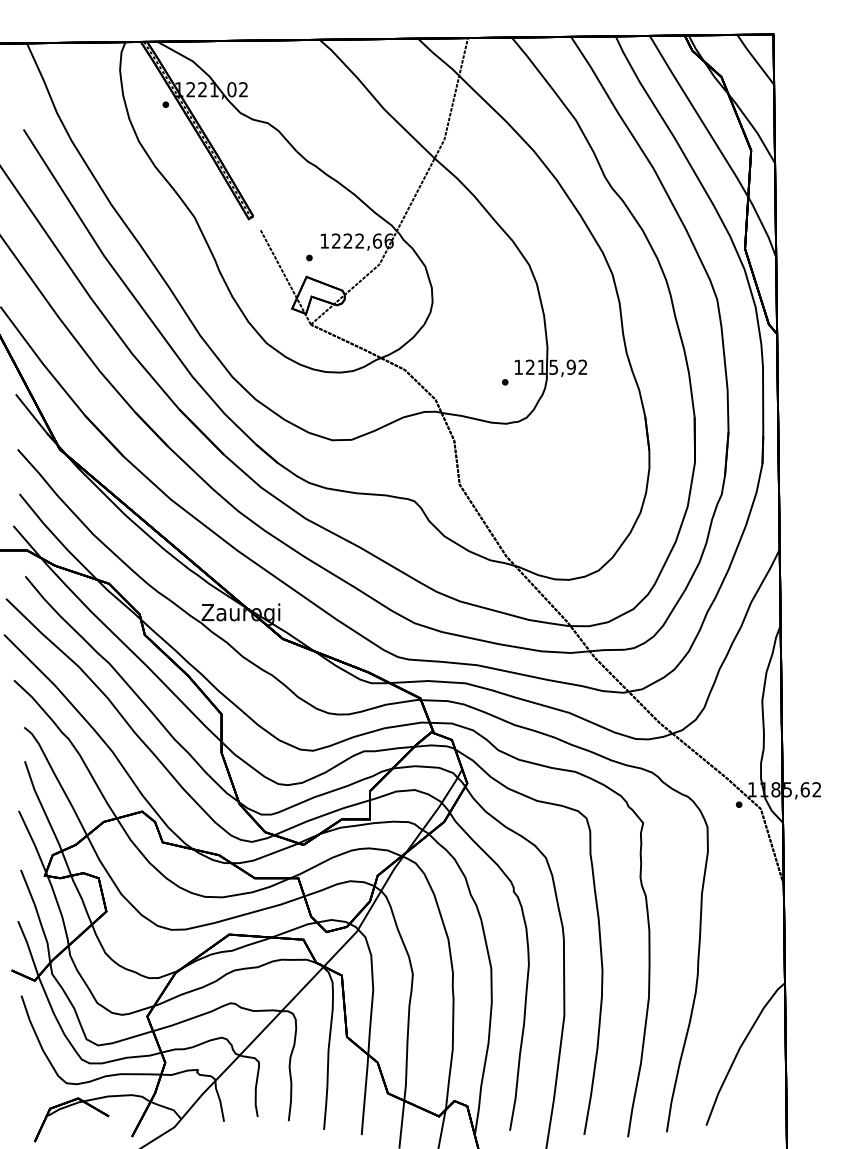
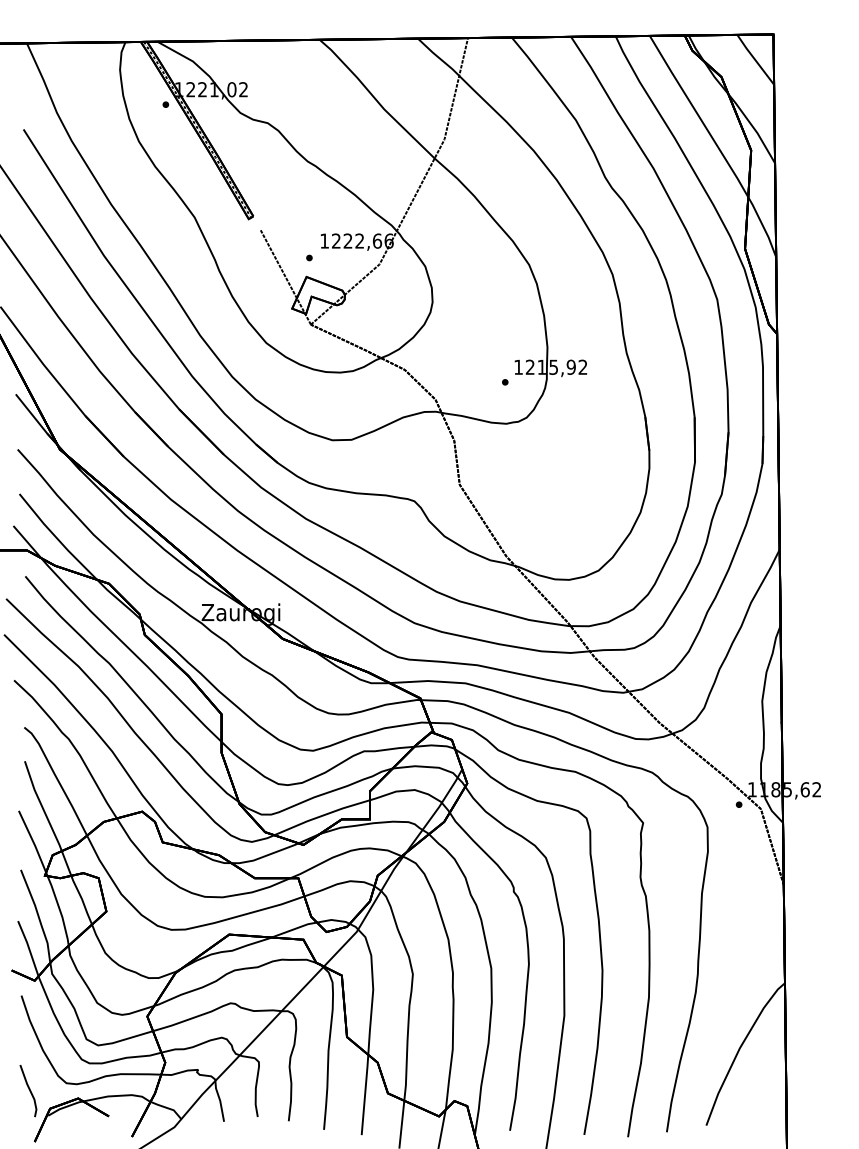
line at (29, 1091): none -> present
